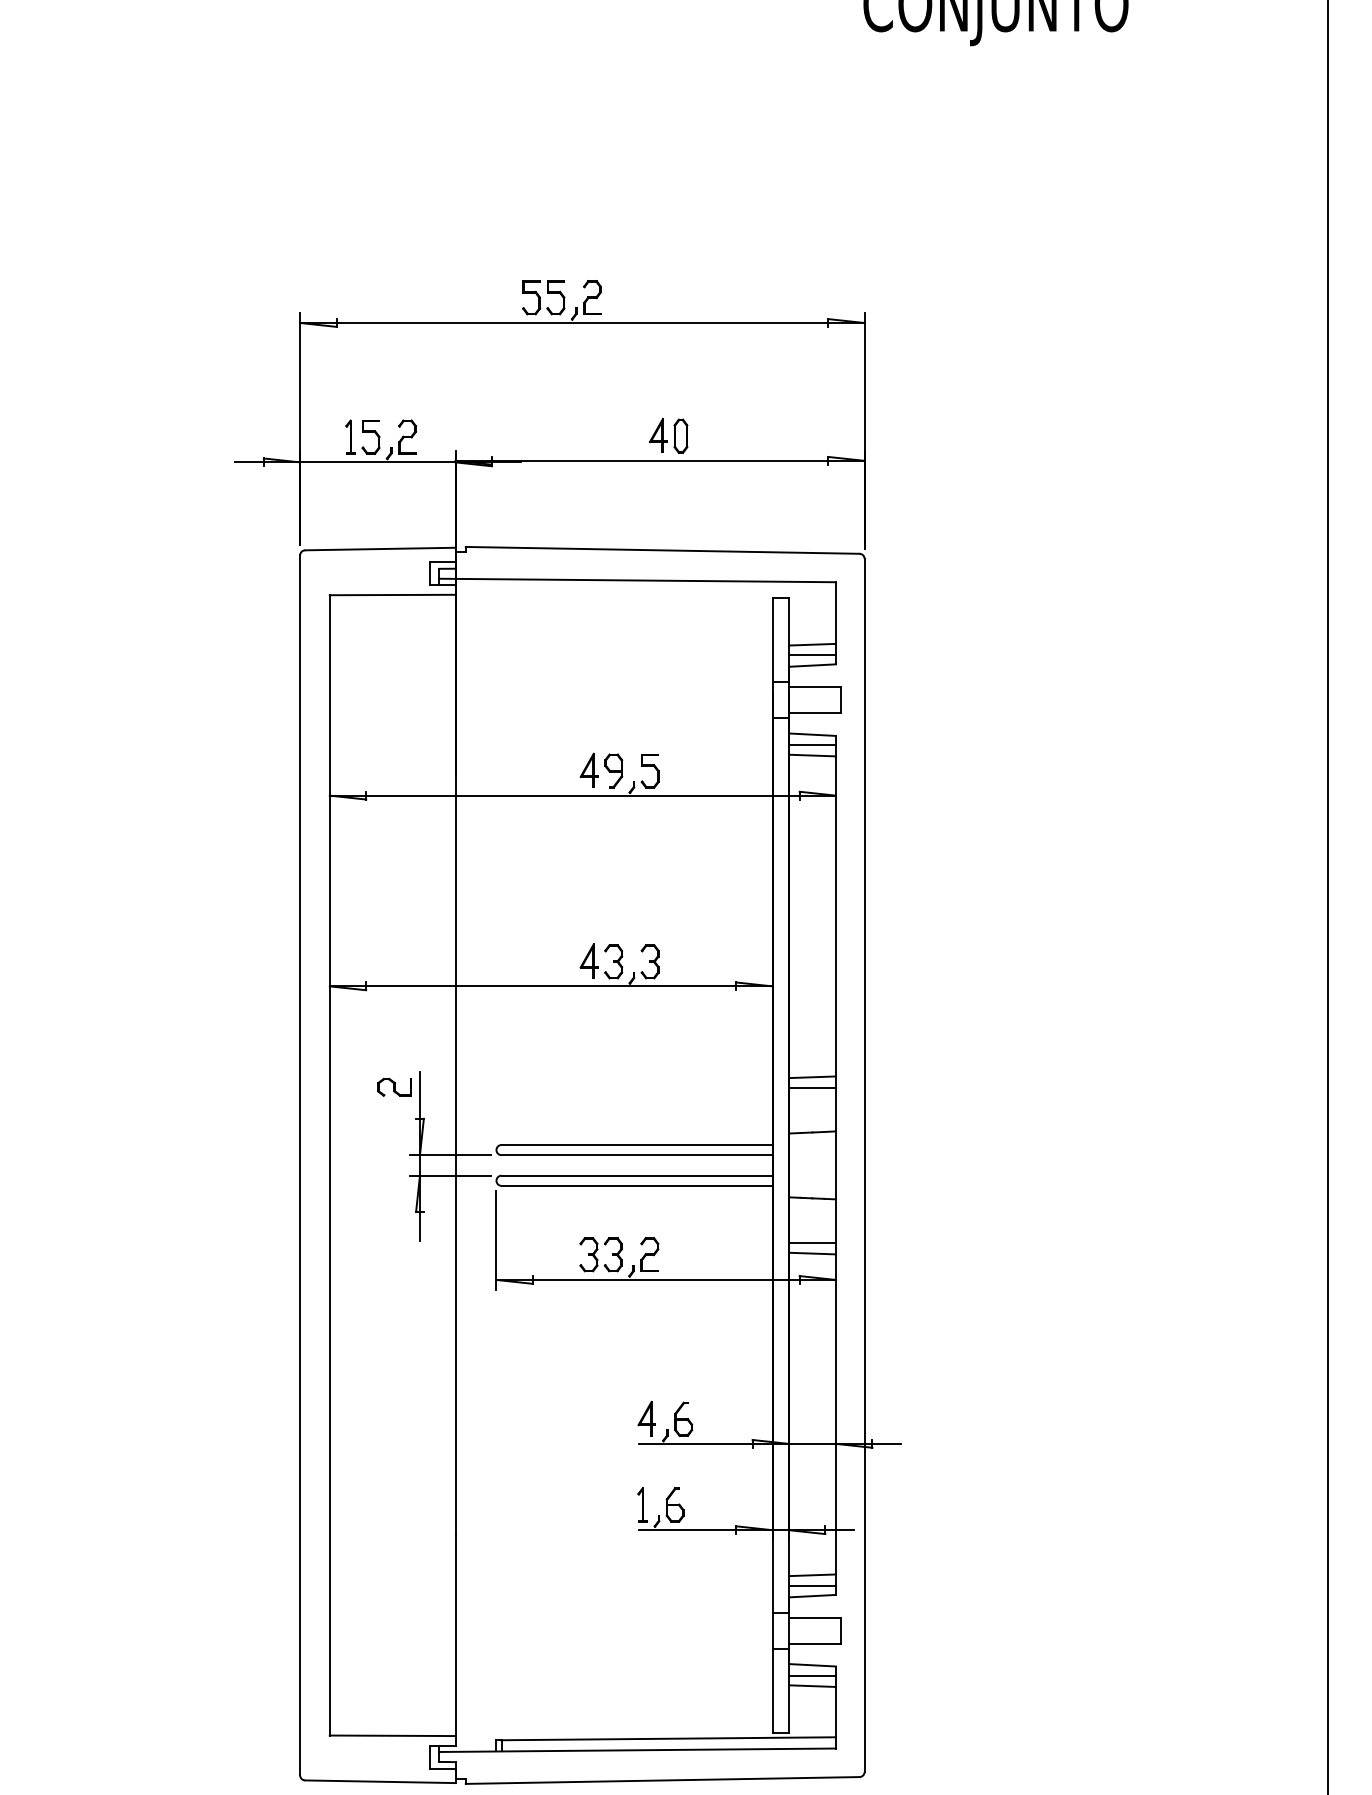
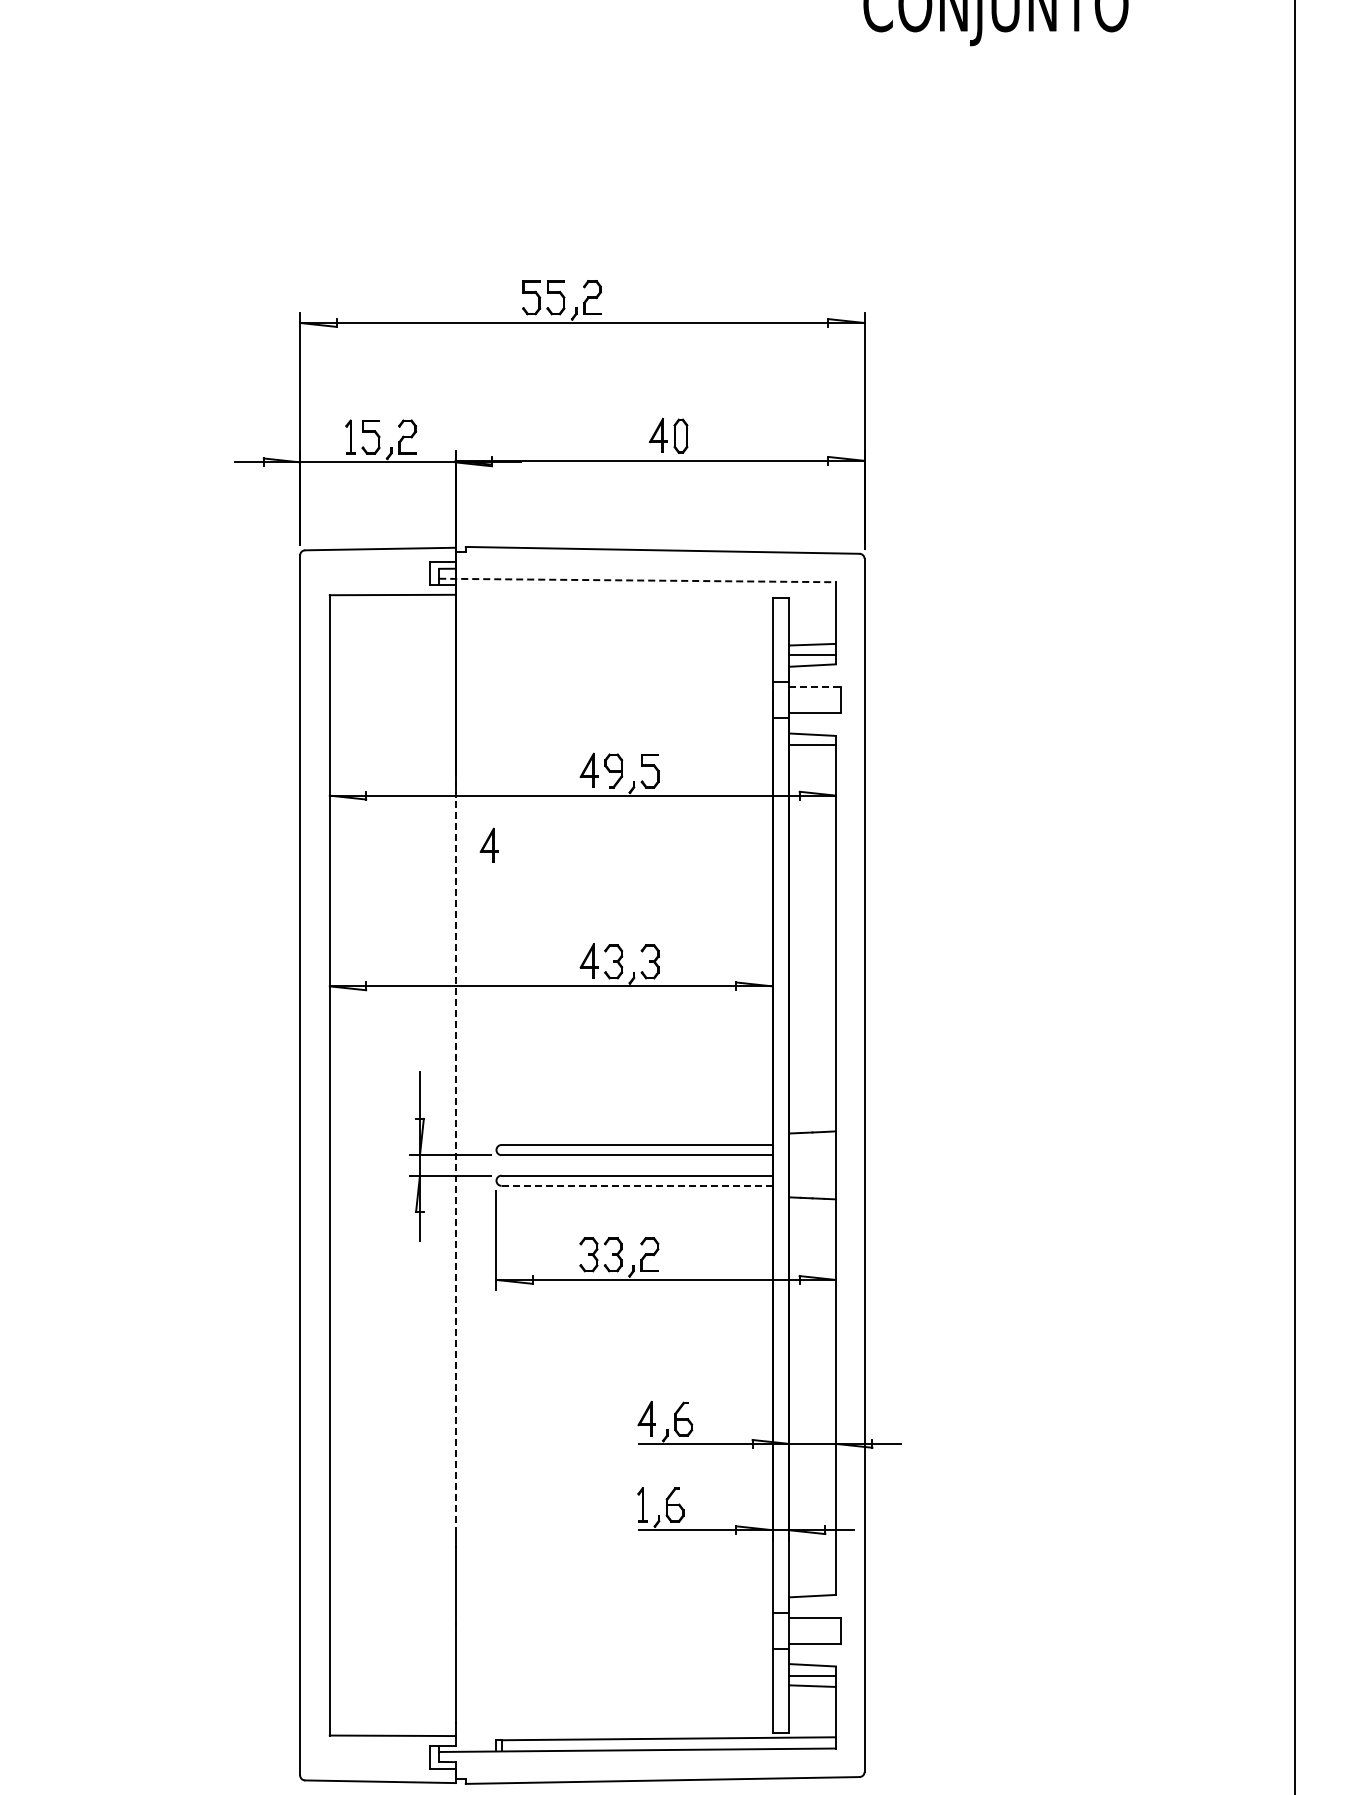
line at (638, 580): solid -> dashed
line at (815, 687): solid -> dashed
line at (811, 755): present -> none
part at (488, 844): none -> present
line at (1327, 896) position: (1327, 896) -> (1294, 896)
line at (811, 1077): present -> none
part at (394, 1086): present -> none
line at (811, 1087): present -> none
line at (455, 1165): solid -> dashed
line at (636, 1185): solid -> dashed
line at (811, 1243): present -> none
line at (811, 1253): present -> none
line at (811, 1575): present -> none
line at (811, 1585): present -> none
